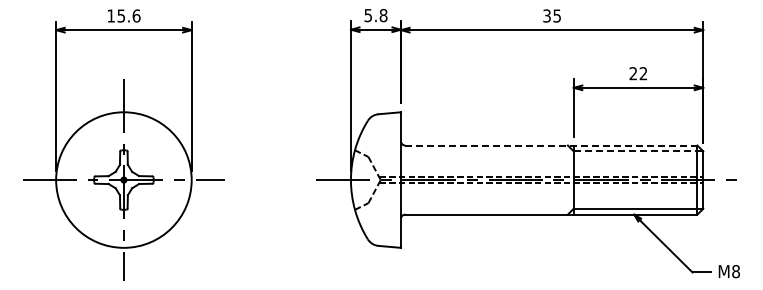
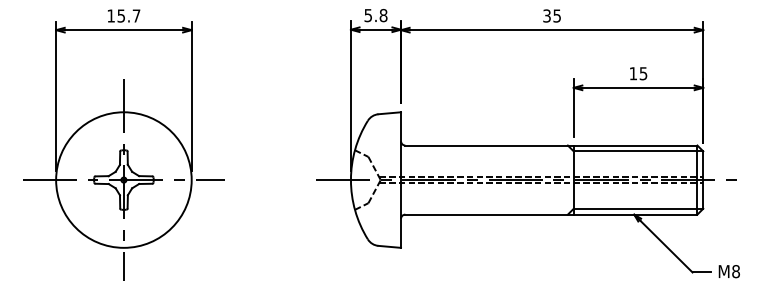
text at (136, 15): 15.6 -> 15.7
text at (638, 73): 22 -> 15
line at (551, 145): dashed -> solid
line at (638, 151): dashed -> solid
